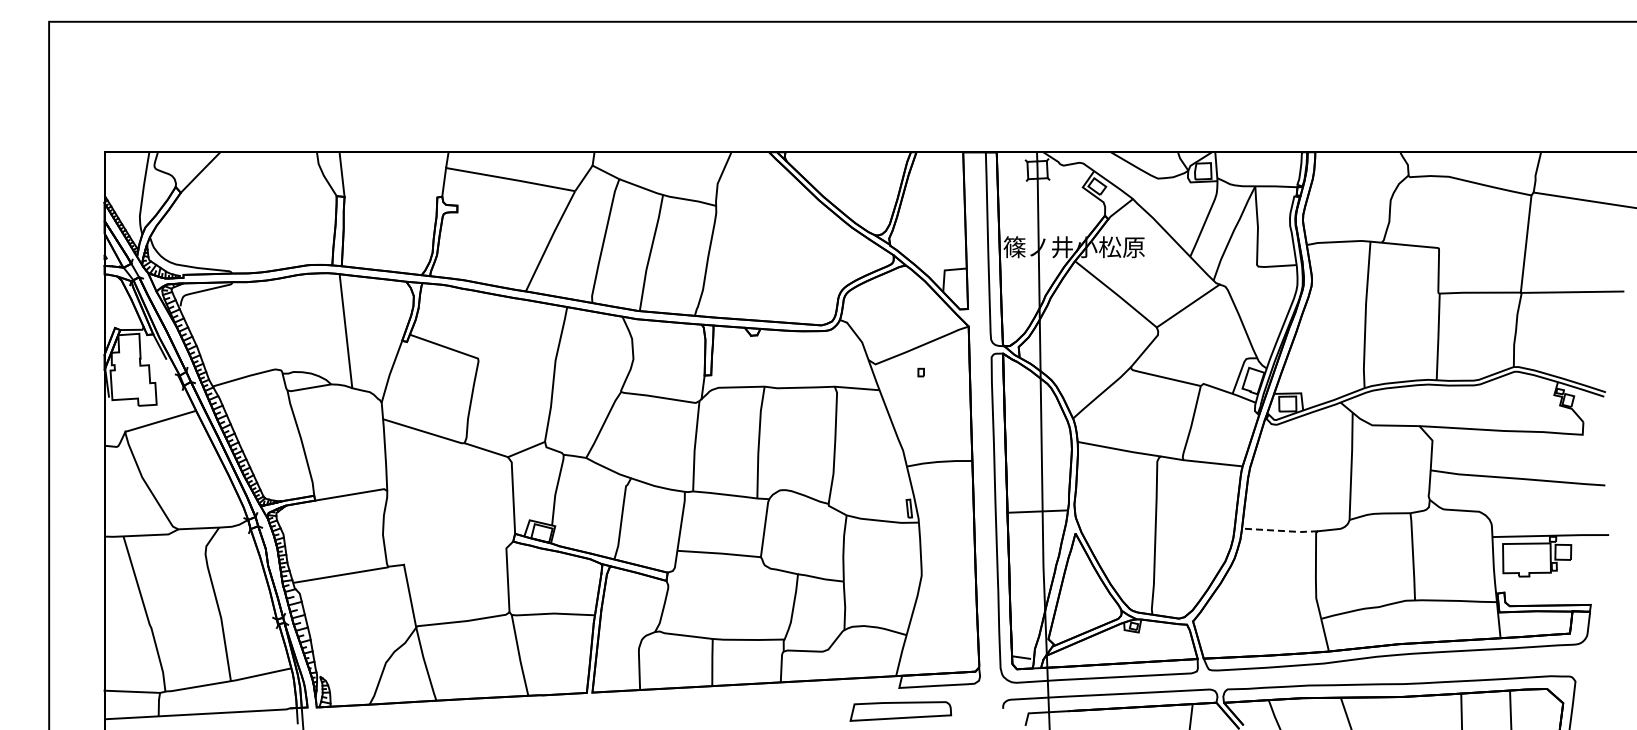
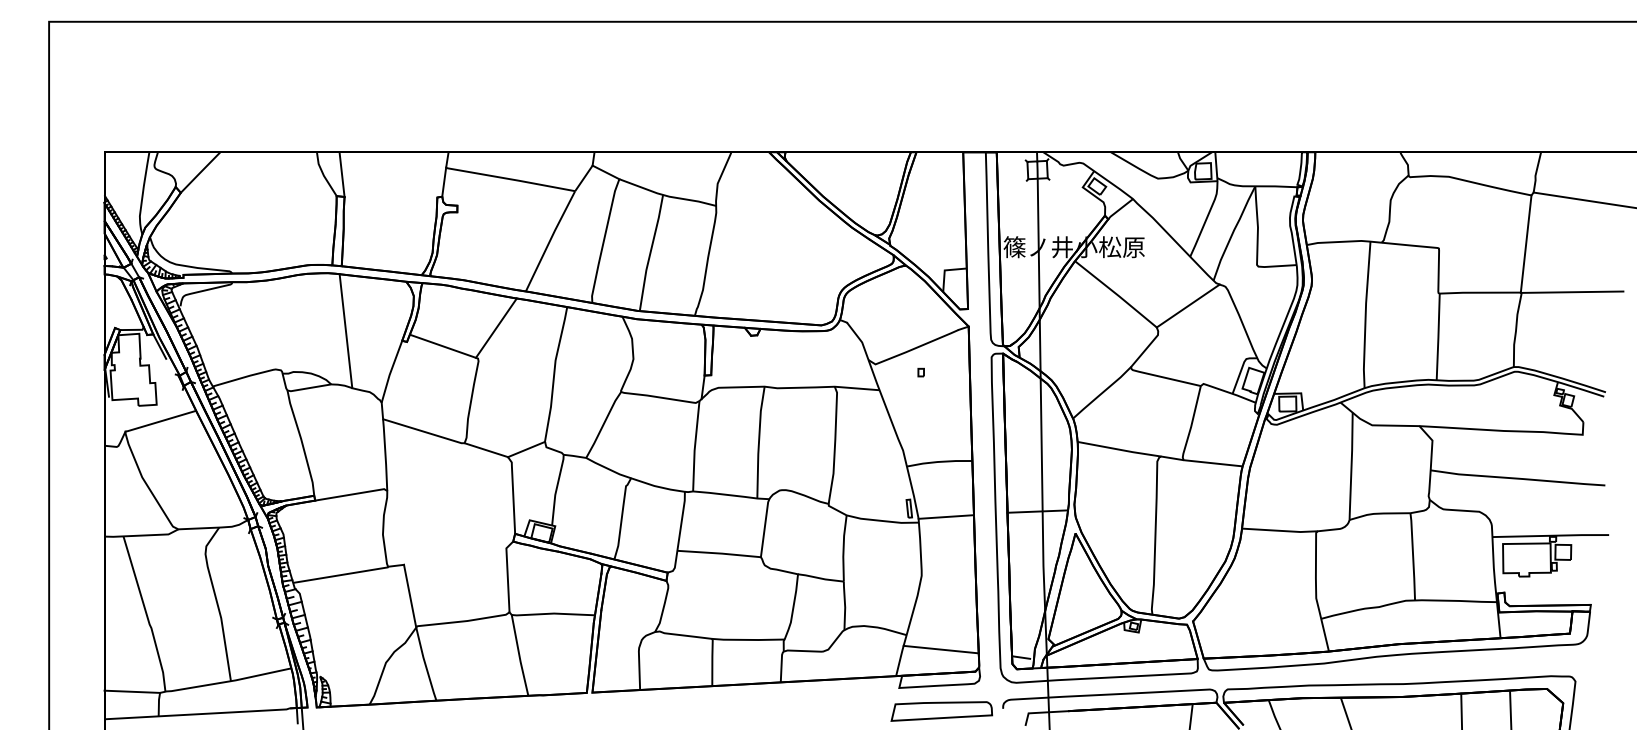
line at (495, 327): none -> present
line at (945, 516): none -> present
line at (1279, 530): dashed -> solid
line at (940, 649): none -> present
part at (900, 711) position: (900, 711) -> (941, 711)
